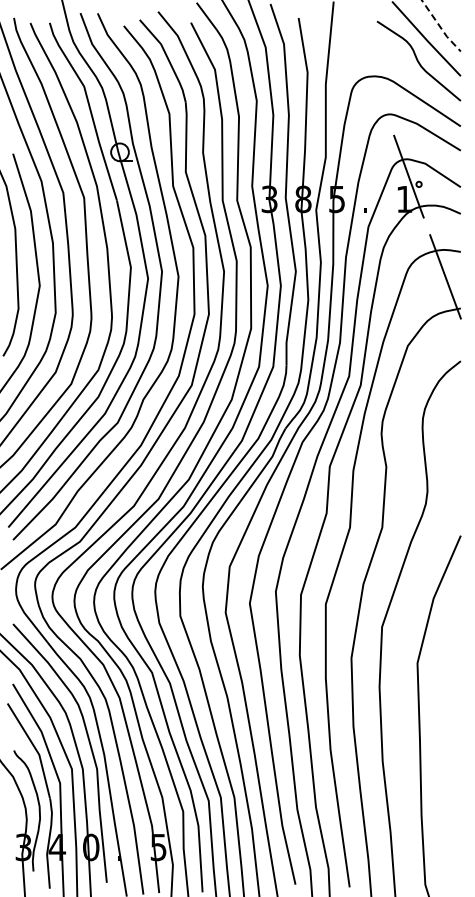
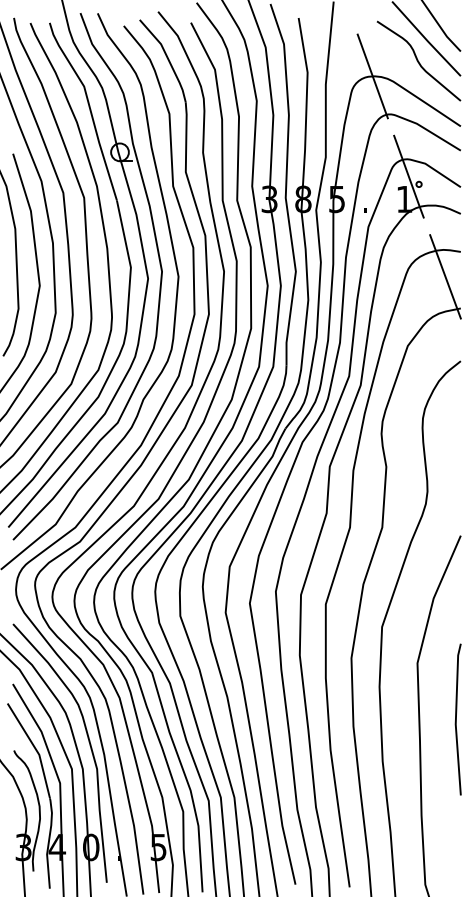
line at (440, 27): dashed -> solid
line at (372, 76): none -> present
line at (456, 719): none -> present
